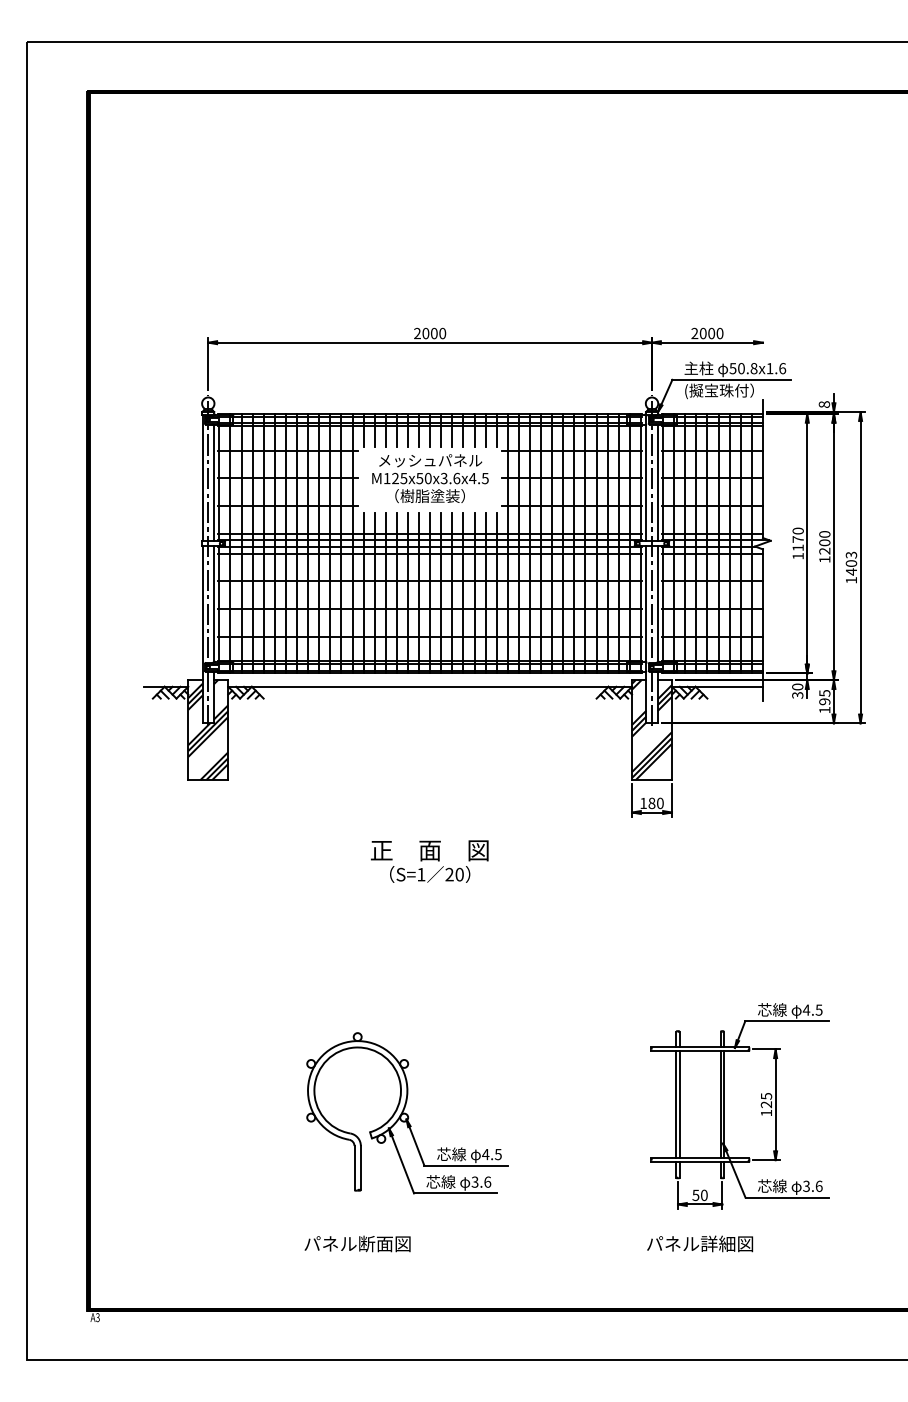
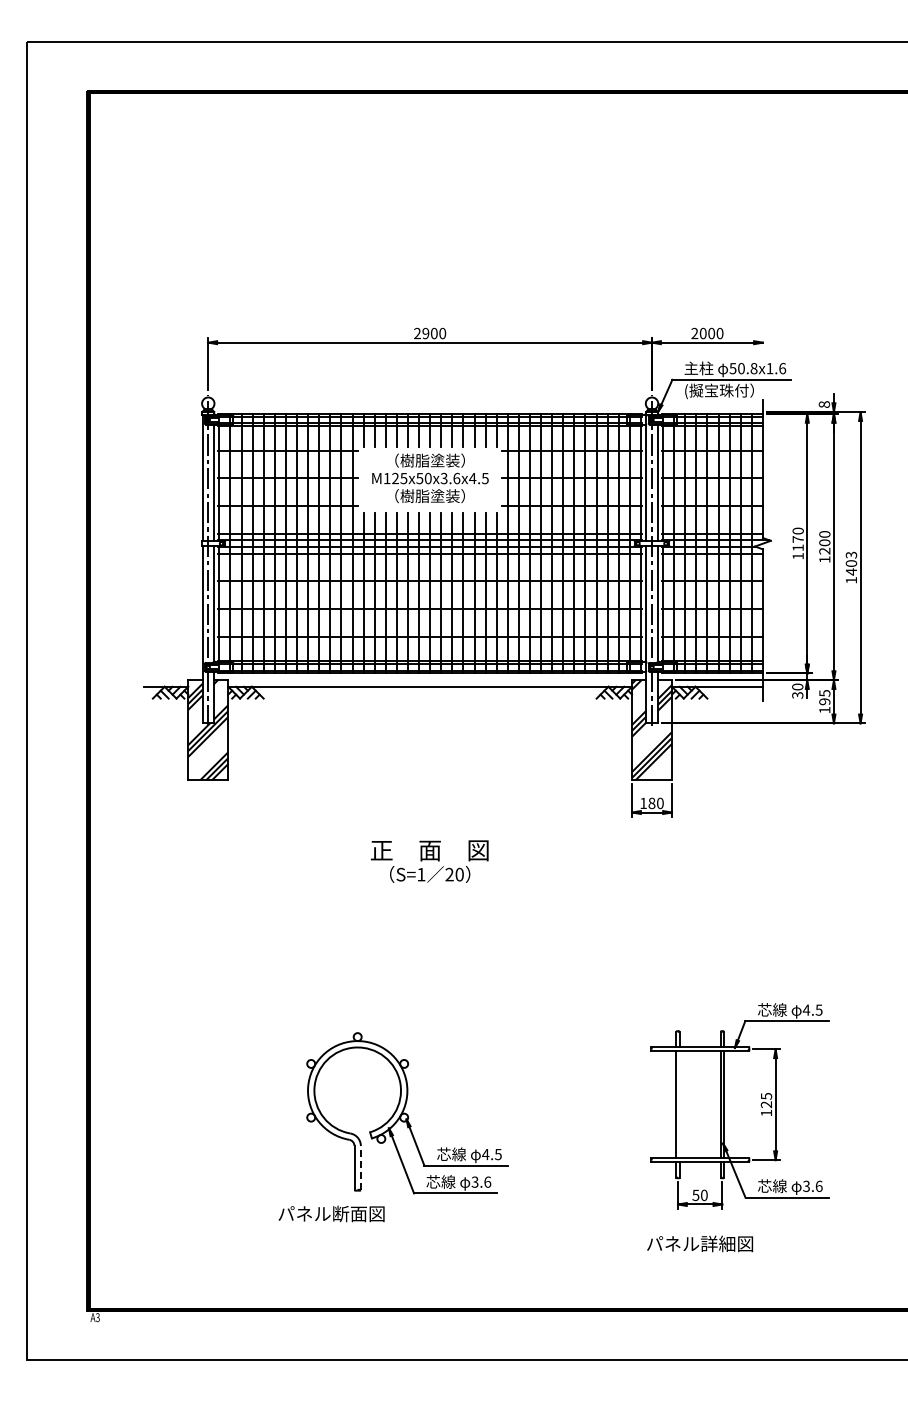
text at (425, 333): 2000 -> 2900
text at (430, 460): メッシュパネル -> （樹脂塗装）
line at (679, 1104): present -> none
line at (360, 1167): solid -> dashed
text at (357, 1243) position: (357, 1243) -> (331, 1213)
